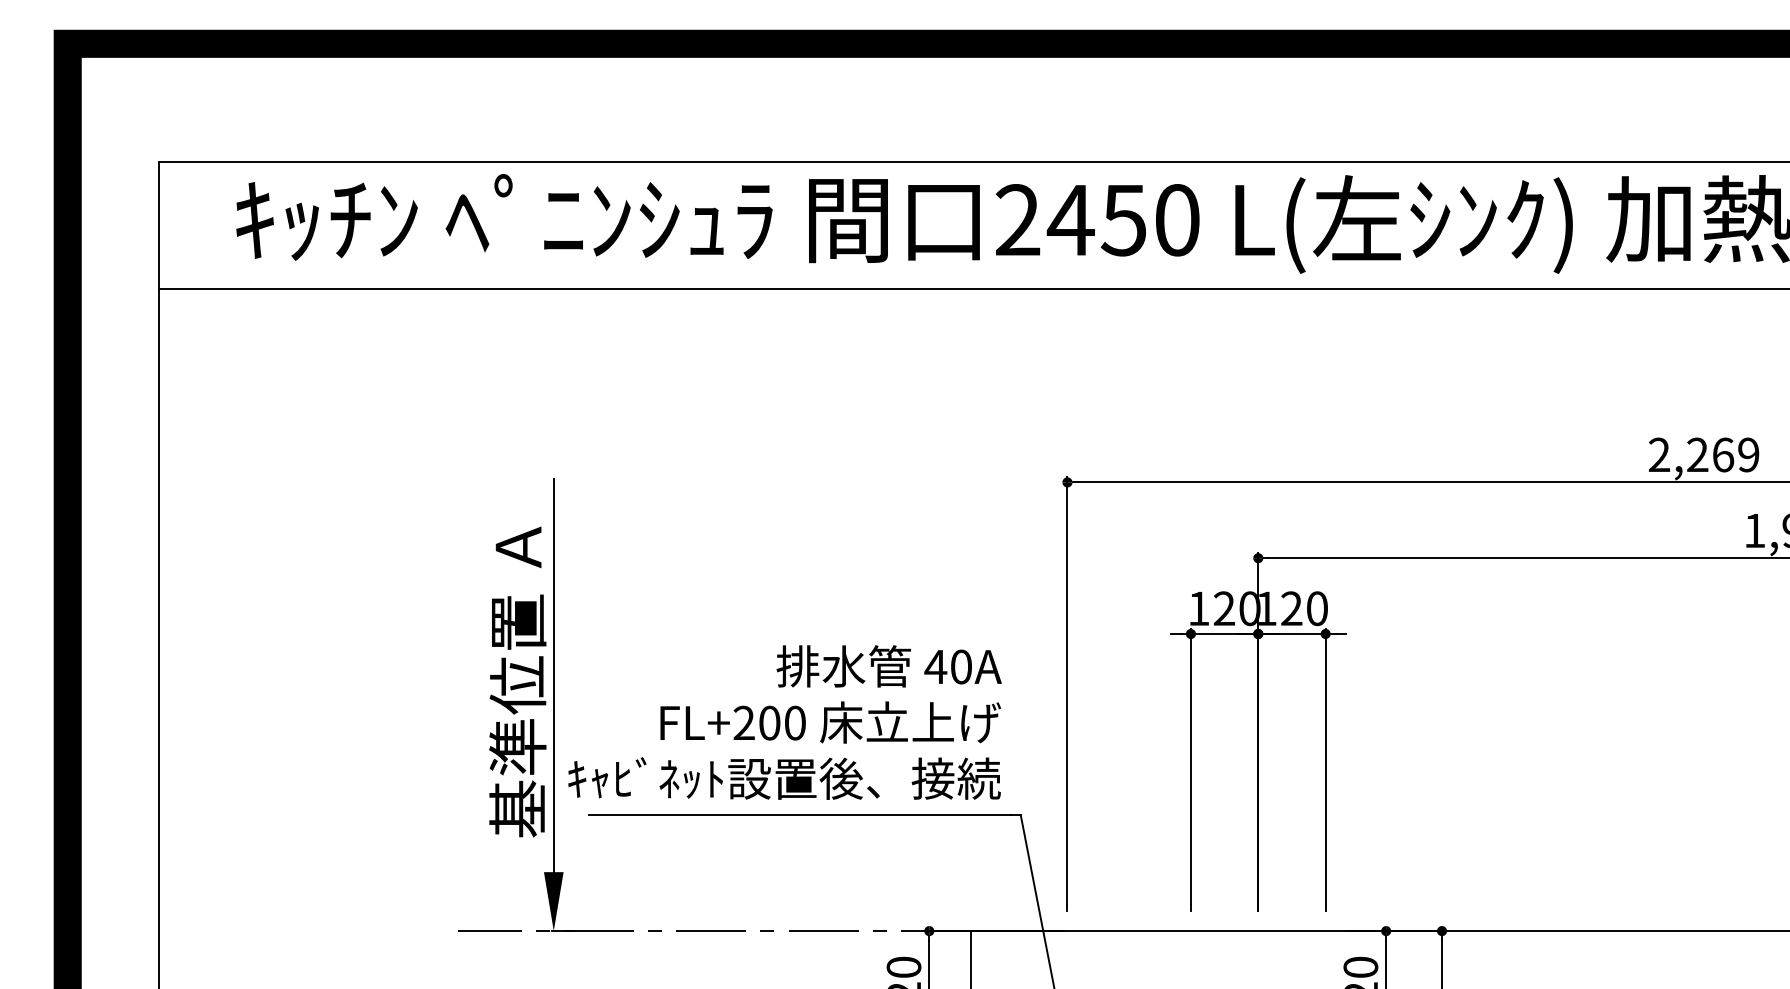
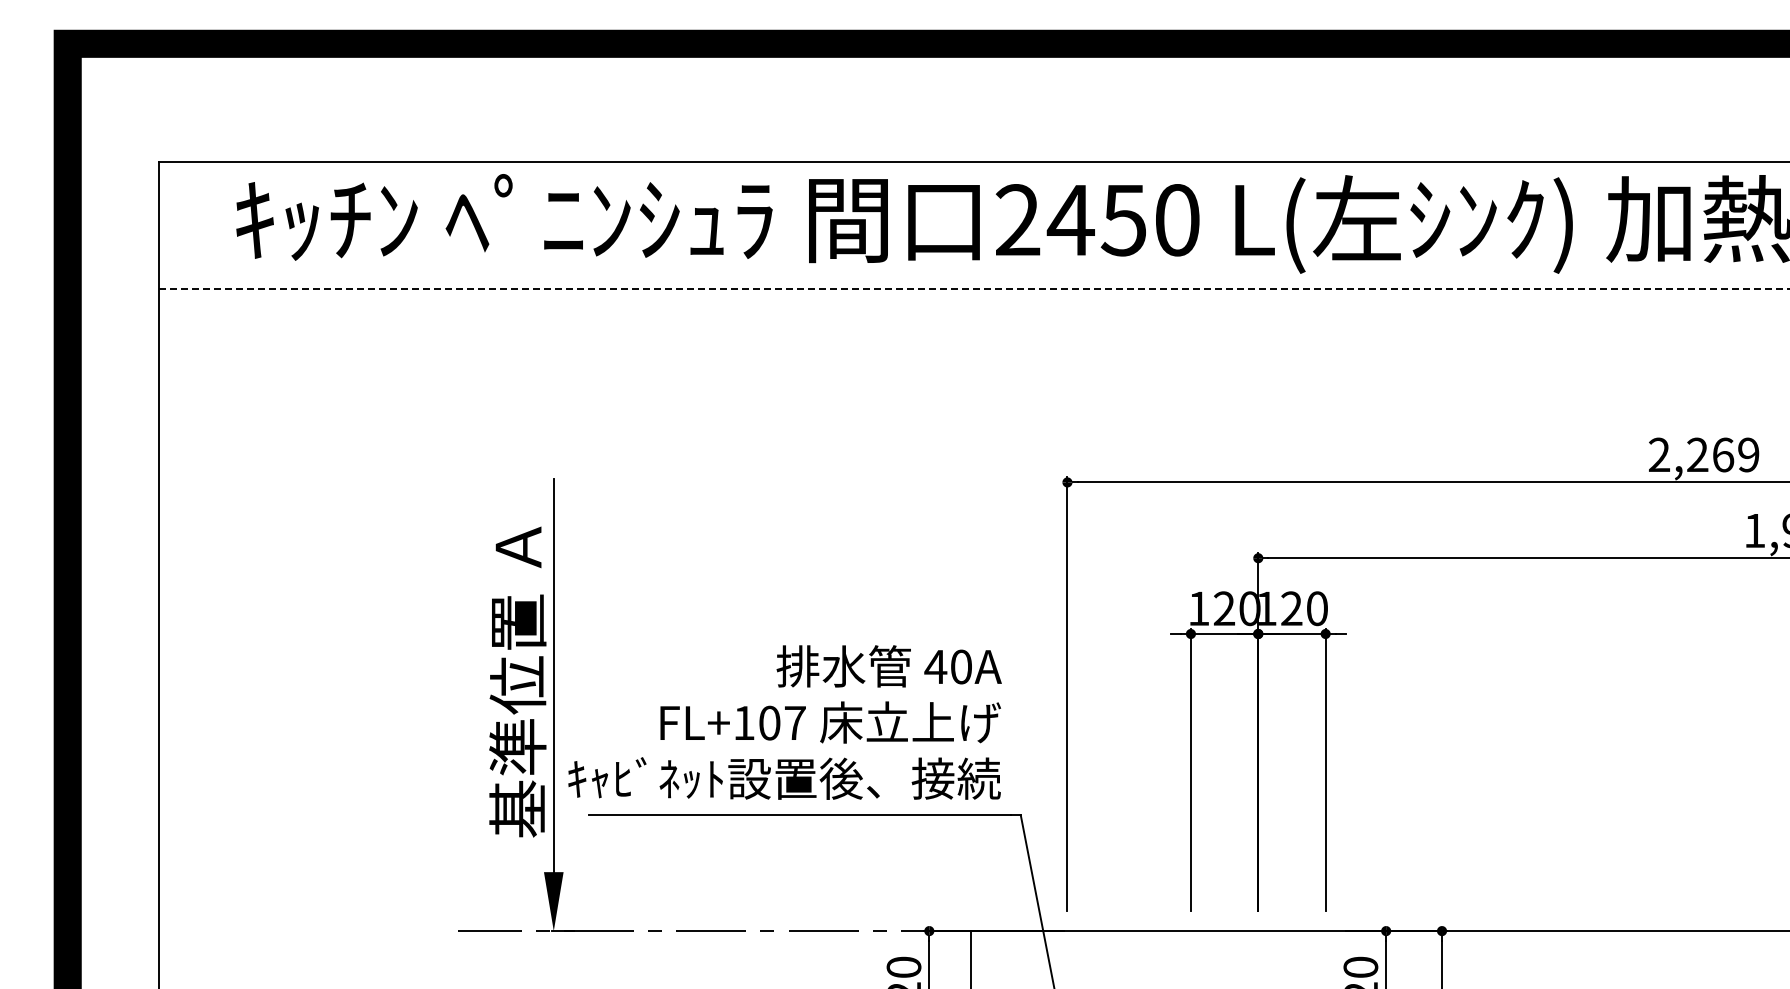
line at (974, 288): solid -> dashed
text at (769, 722): FL+200 -> FL+107
